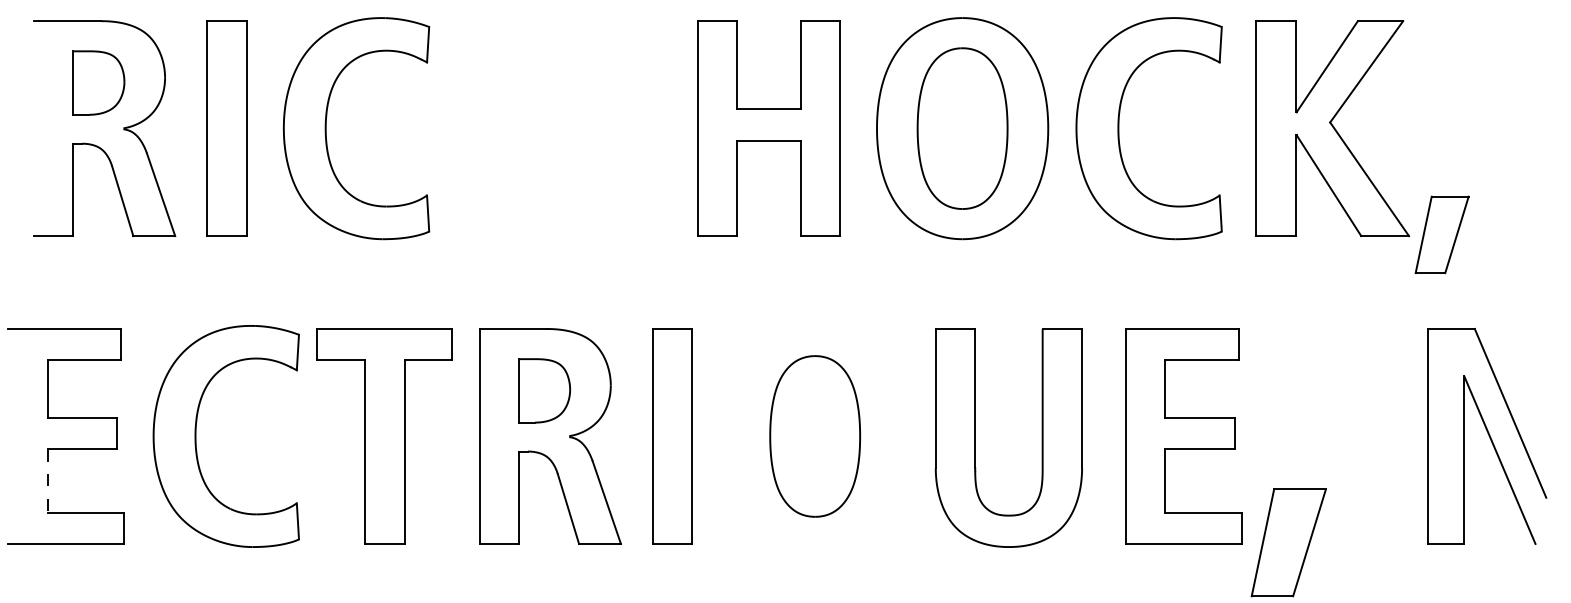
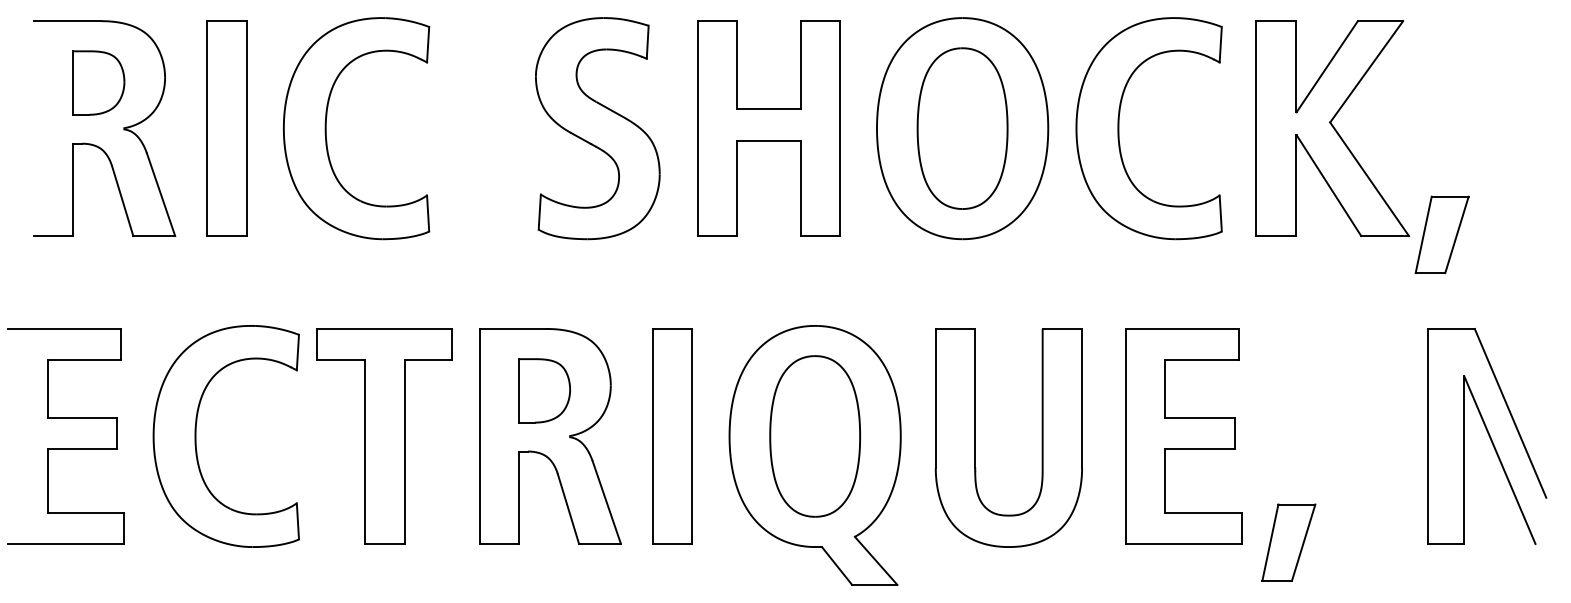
part at (597, 128): none -> present
part at (814, 455): none -> present
line at (47, 480): dashed -> solid
part at (1288, 542) size: 77x110 px -> 56x79 px
